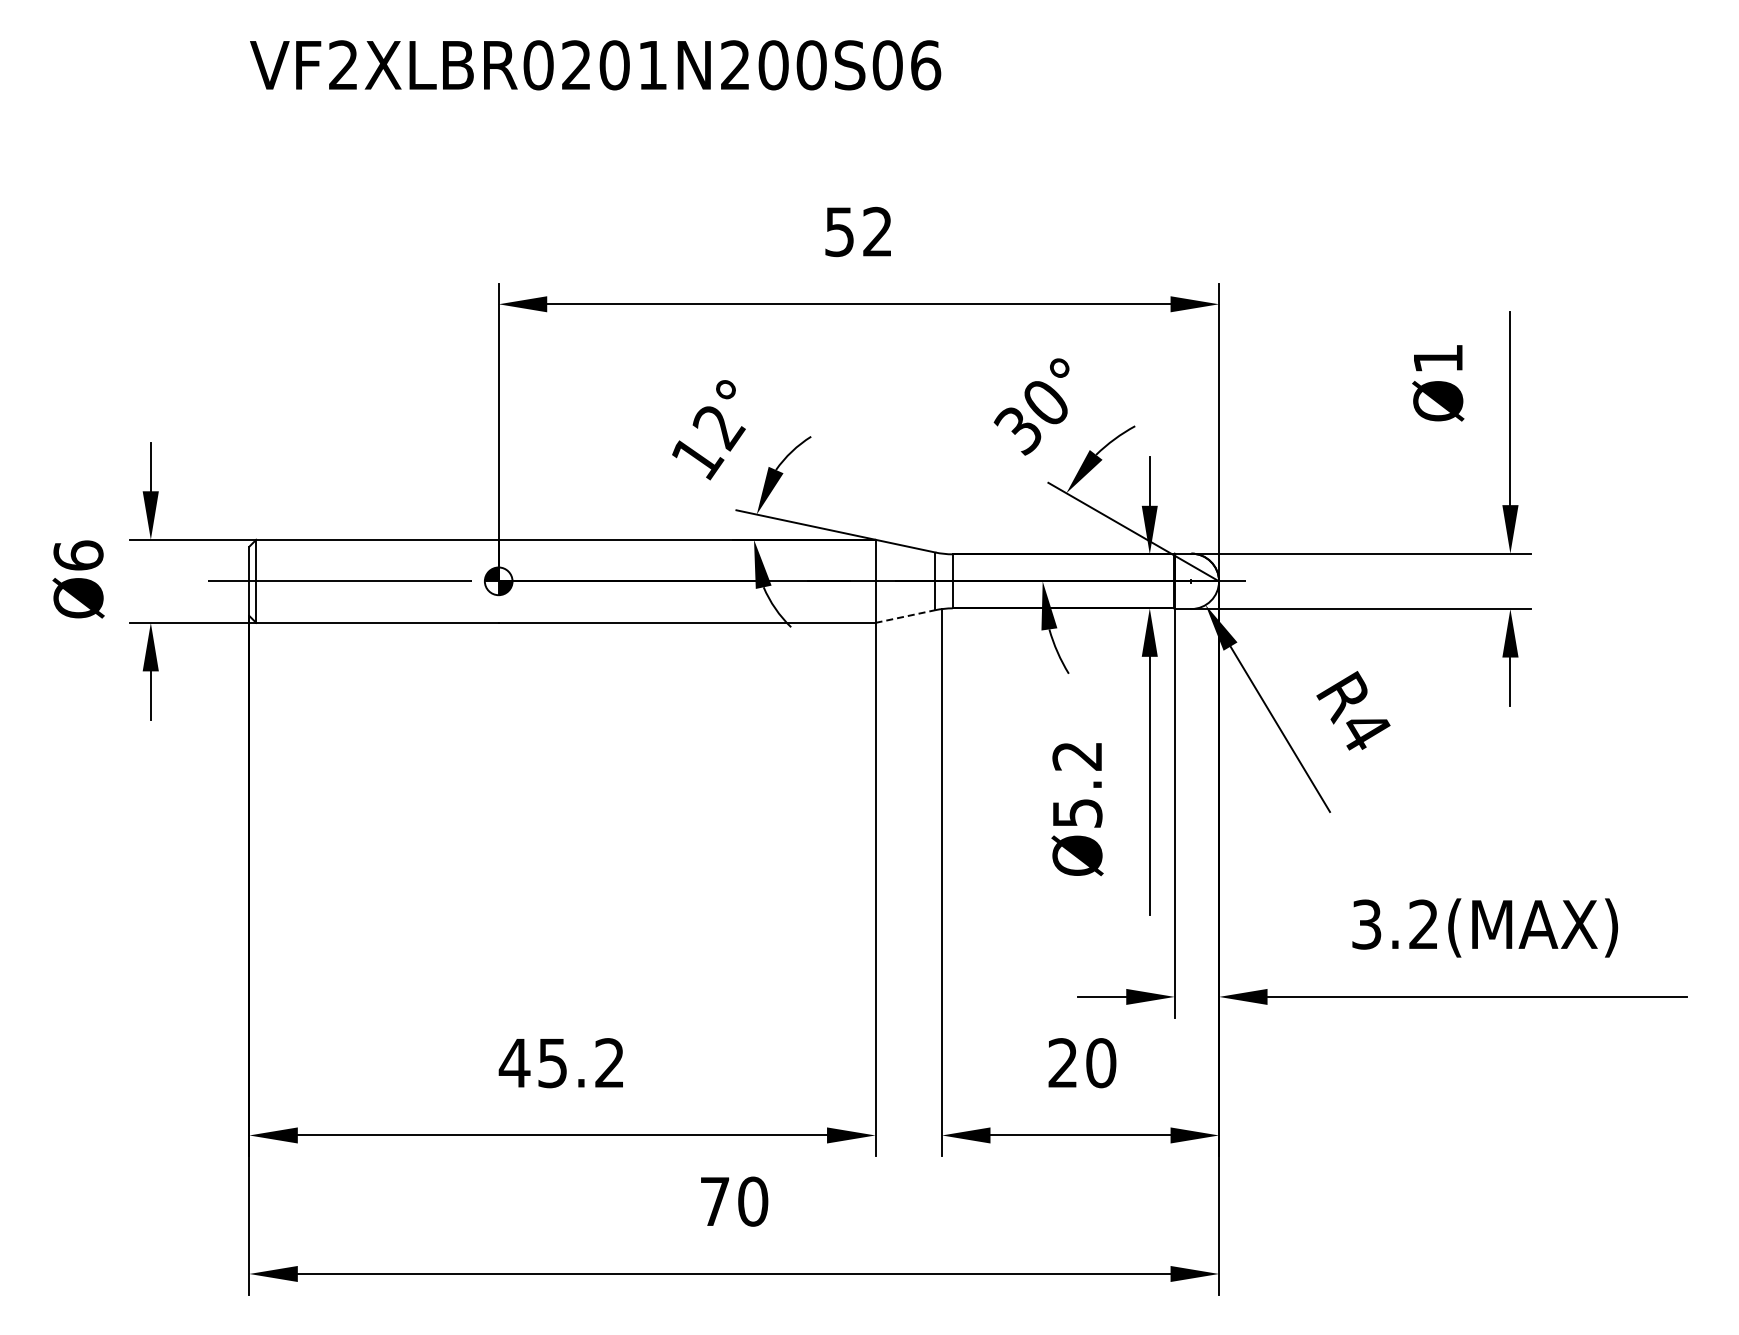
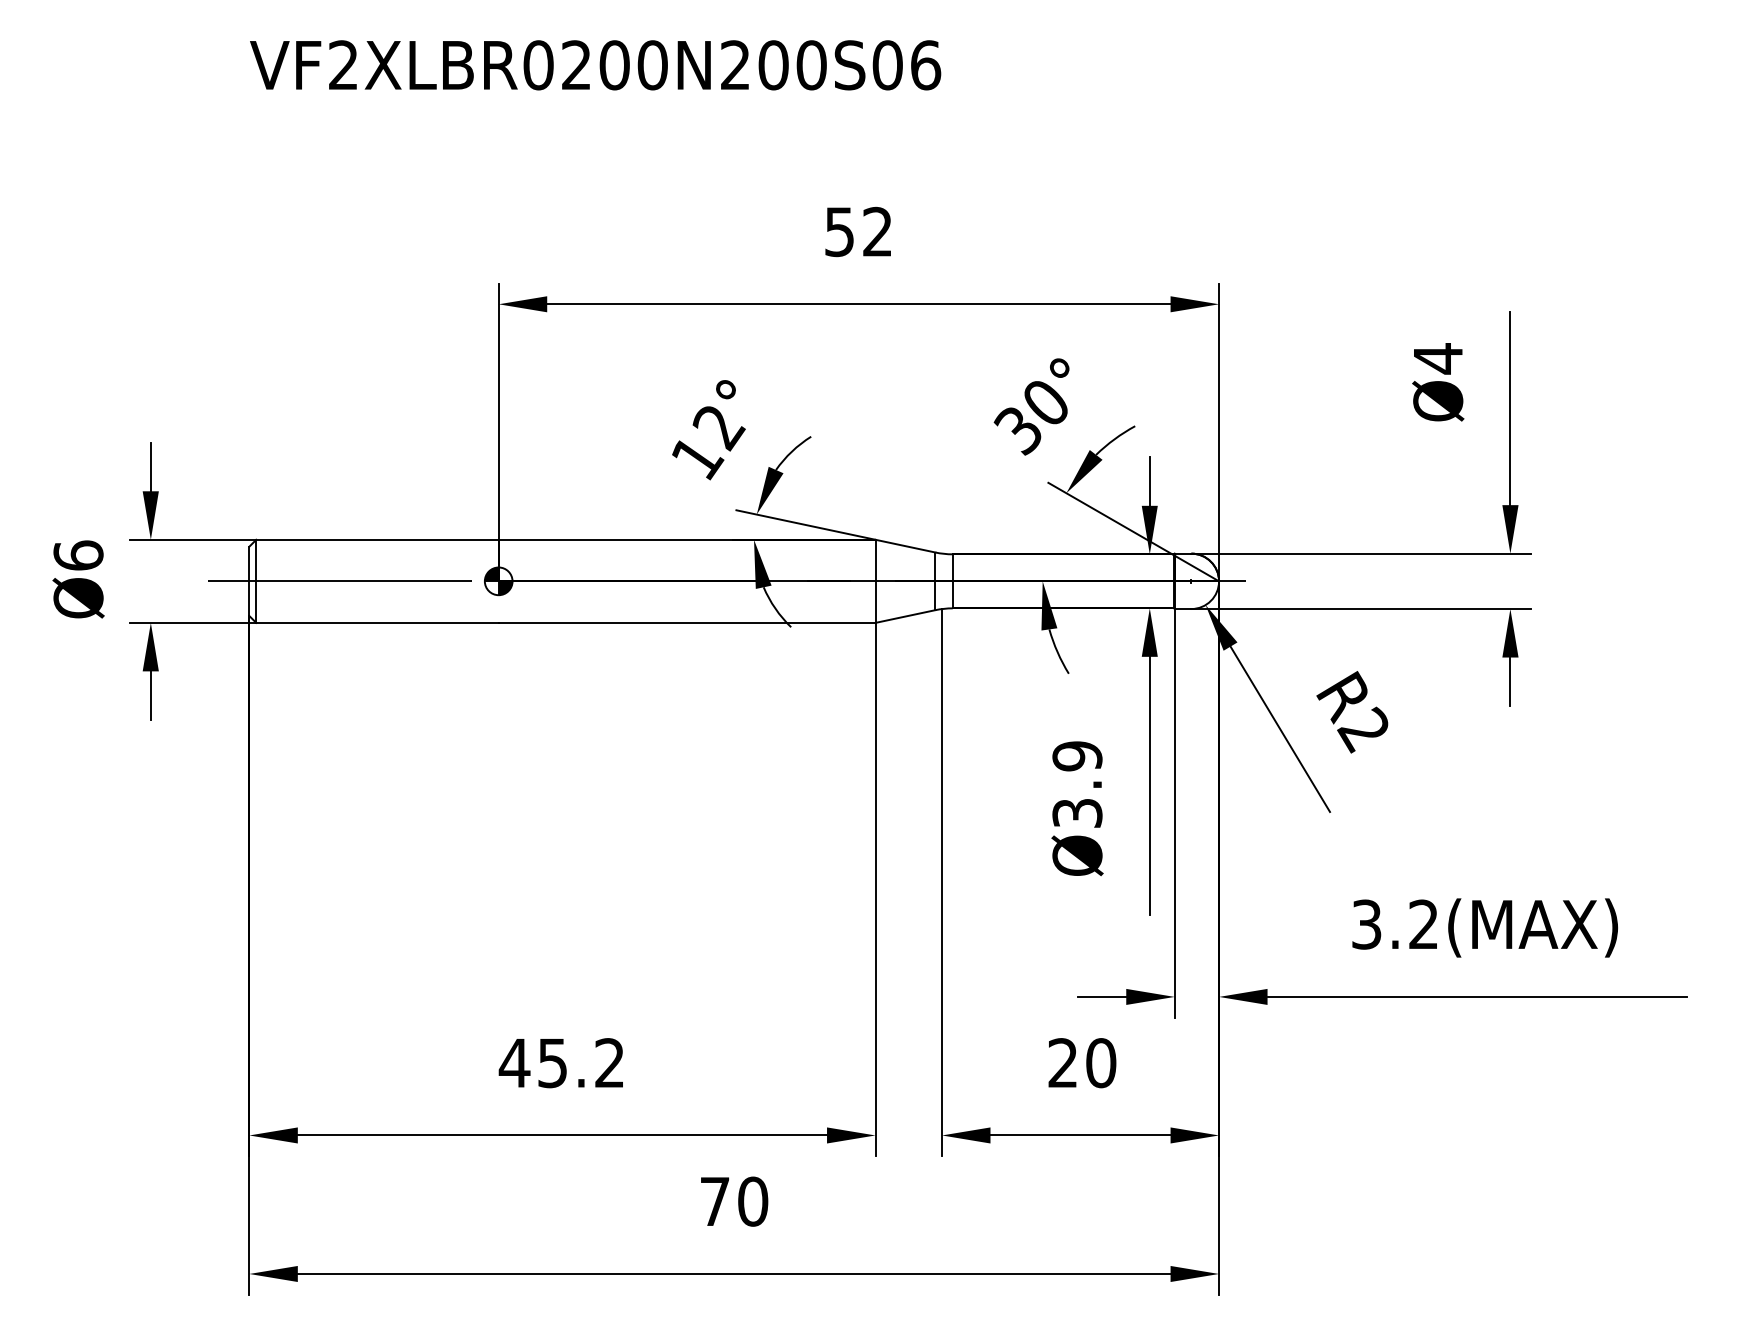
text at (652, 65): VF2XLBR0201N200S06 -> VF2XLBR0200N200S06
text at (1438, 358): Ø1 -> Ø4
line at (905, 616): dashed -> solid
text at (1363, 729): R4 -> R2
text at (1077, 784): Ø5.2 -> Ø3.9
